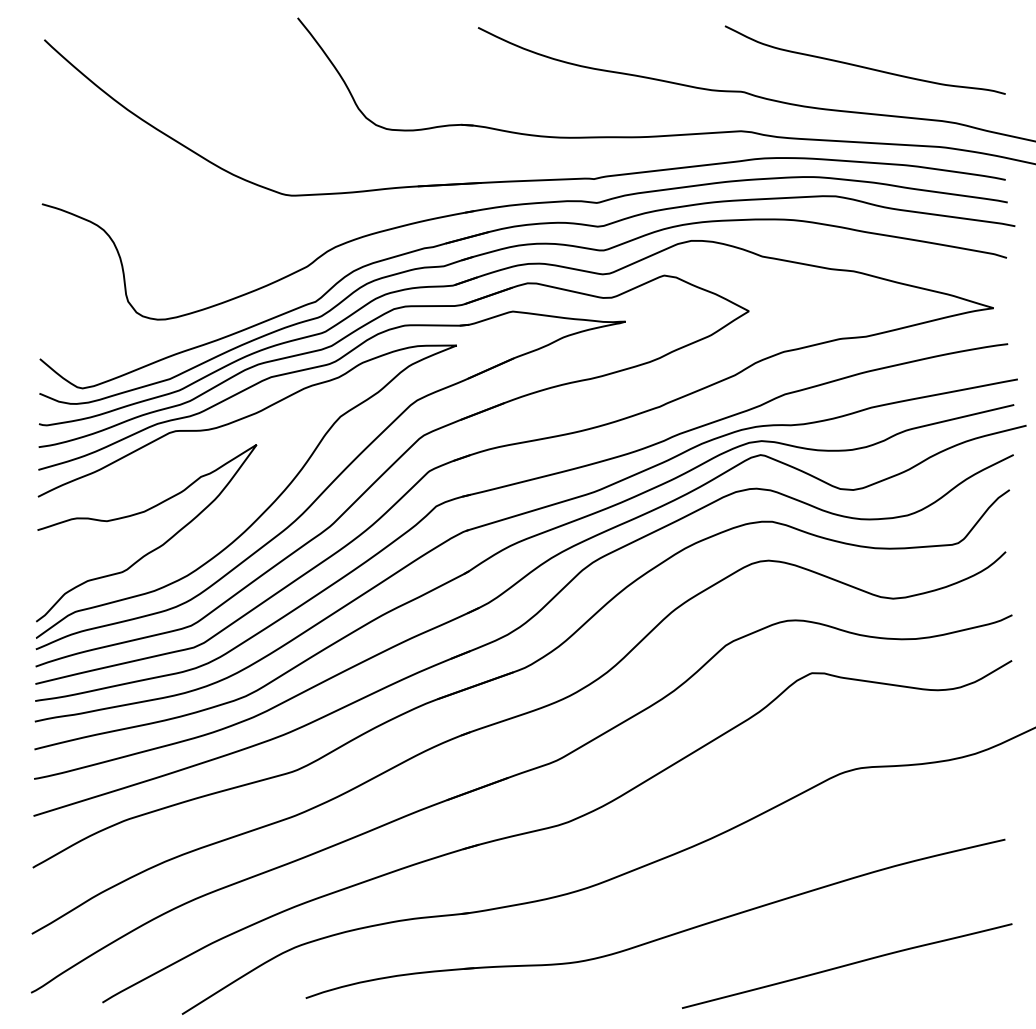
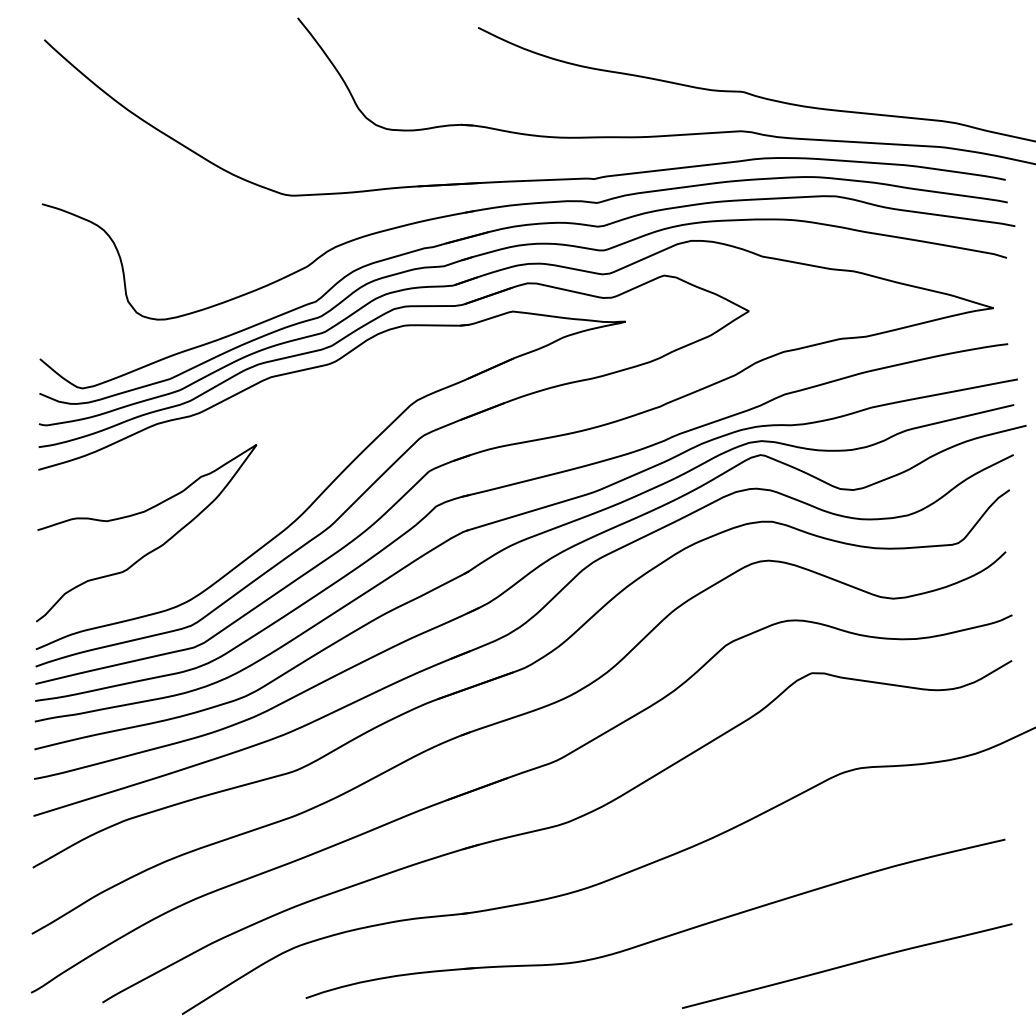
curve at (861, 65): present -> none
curve at (265, 509): present -> none
